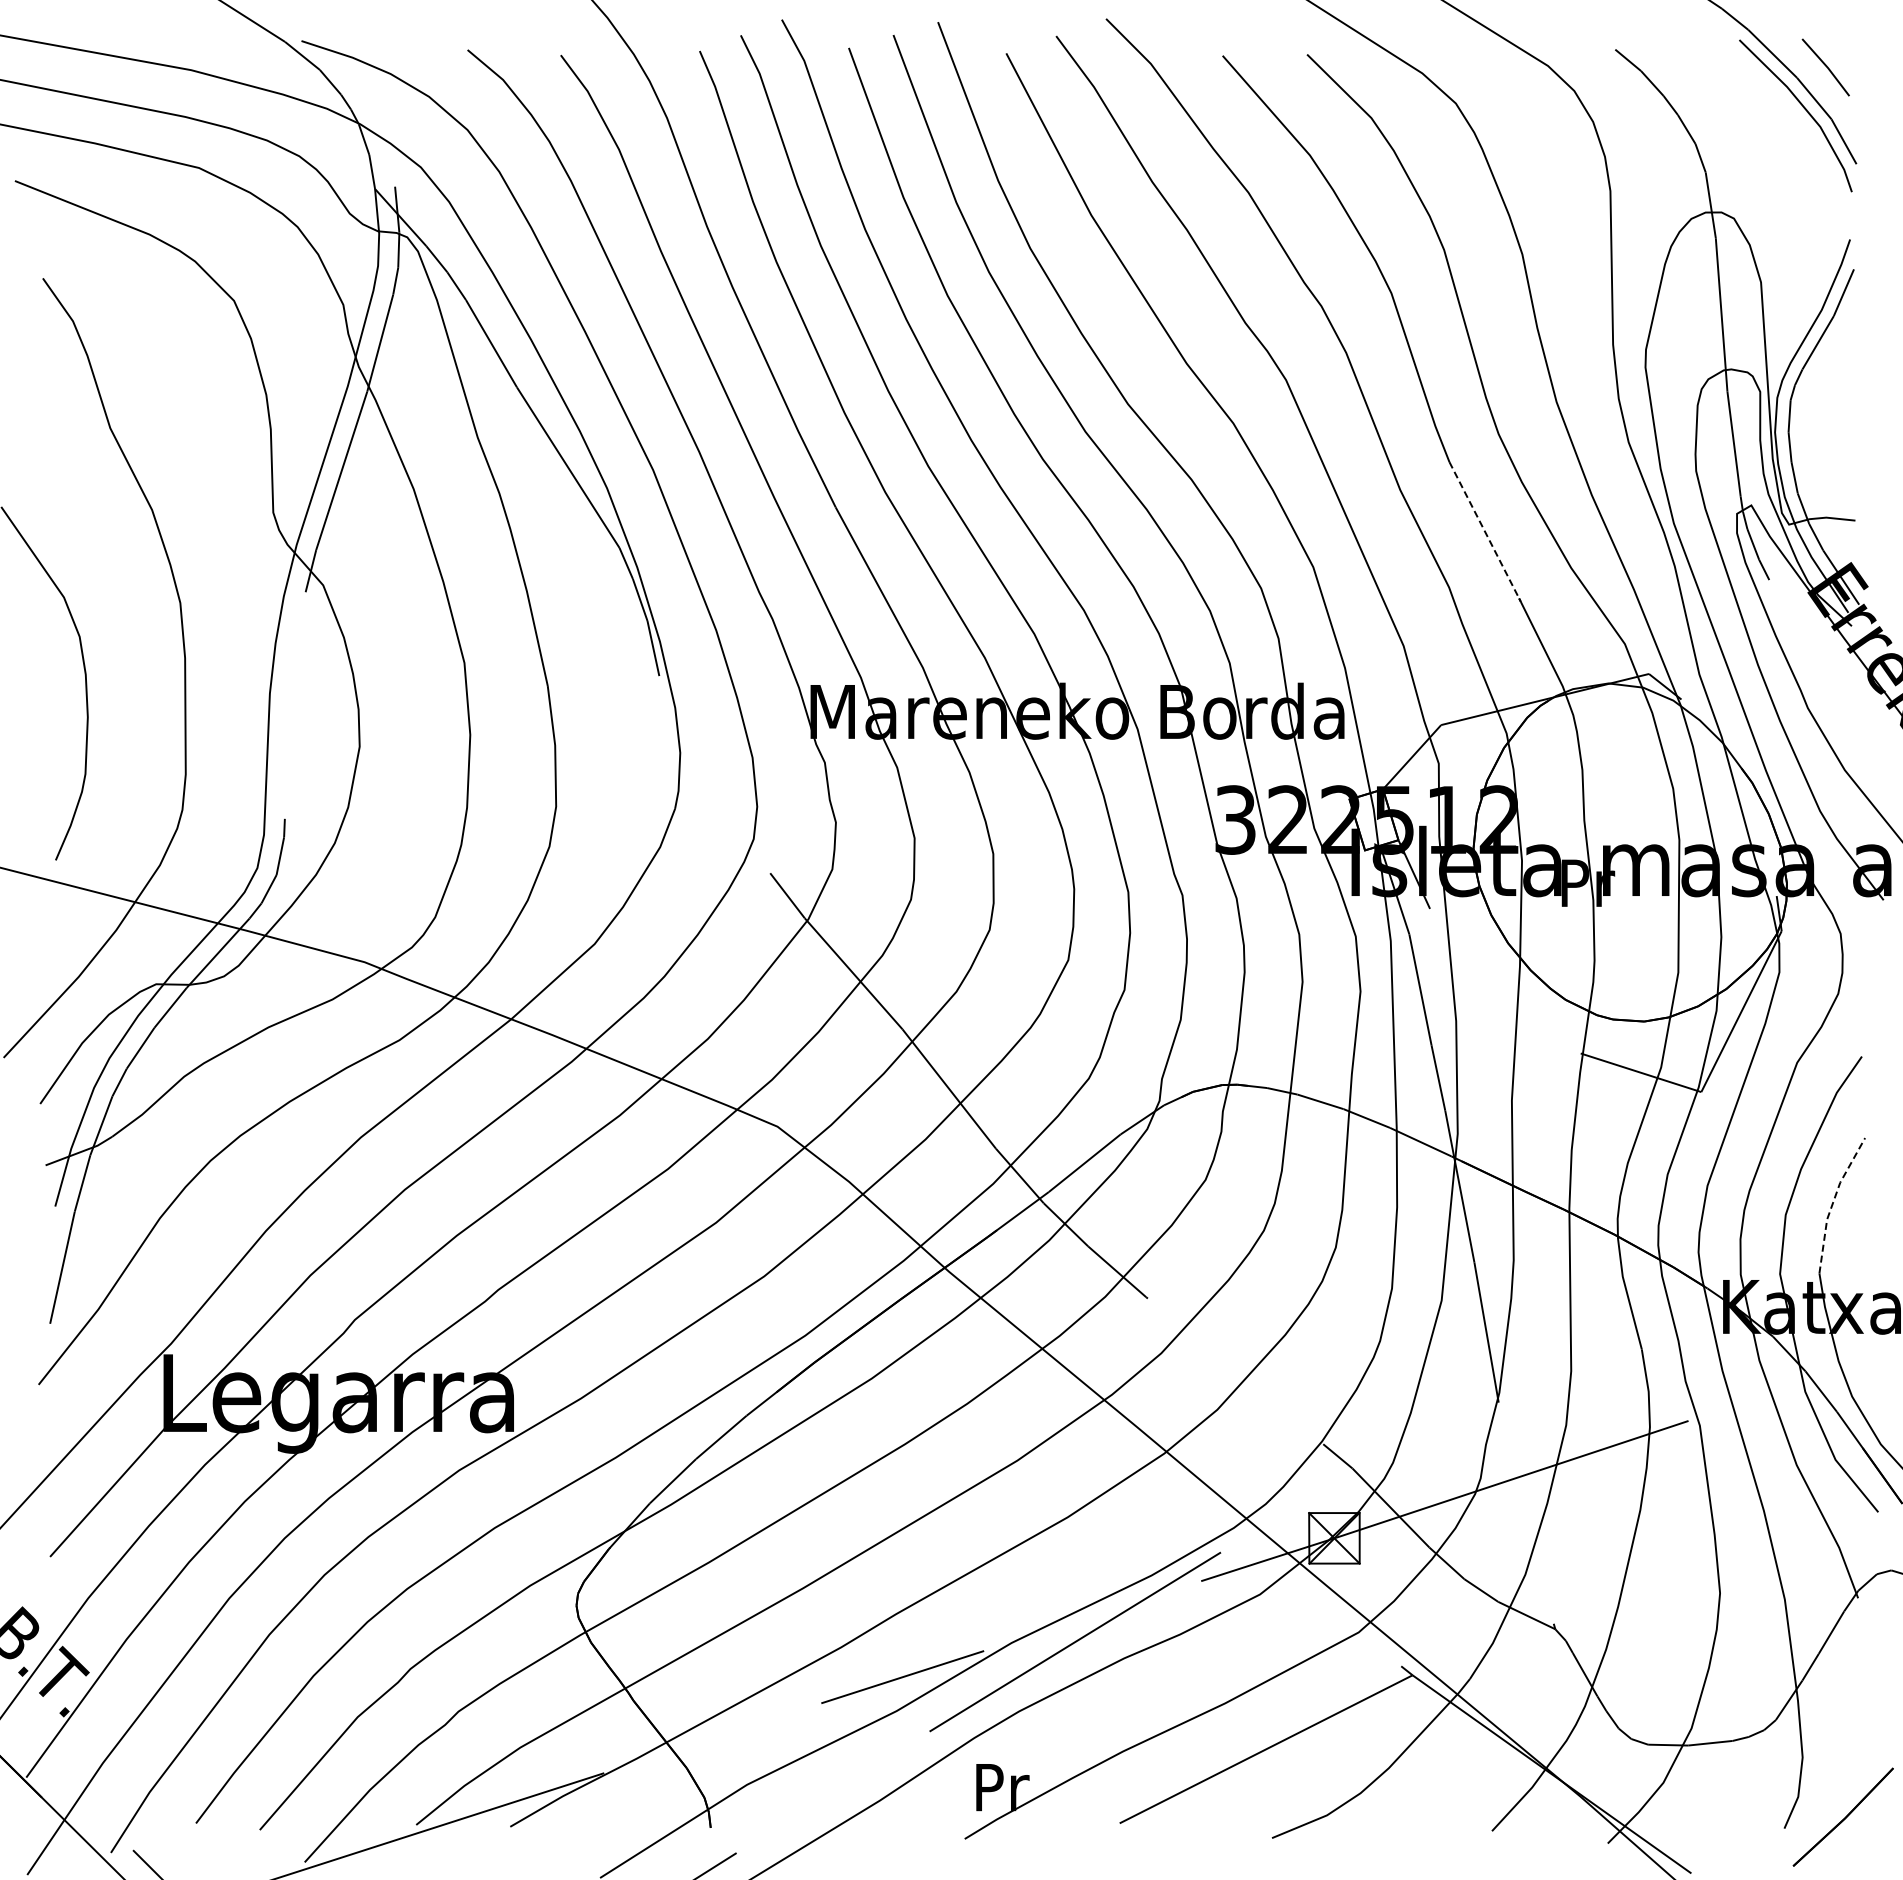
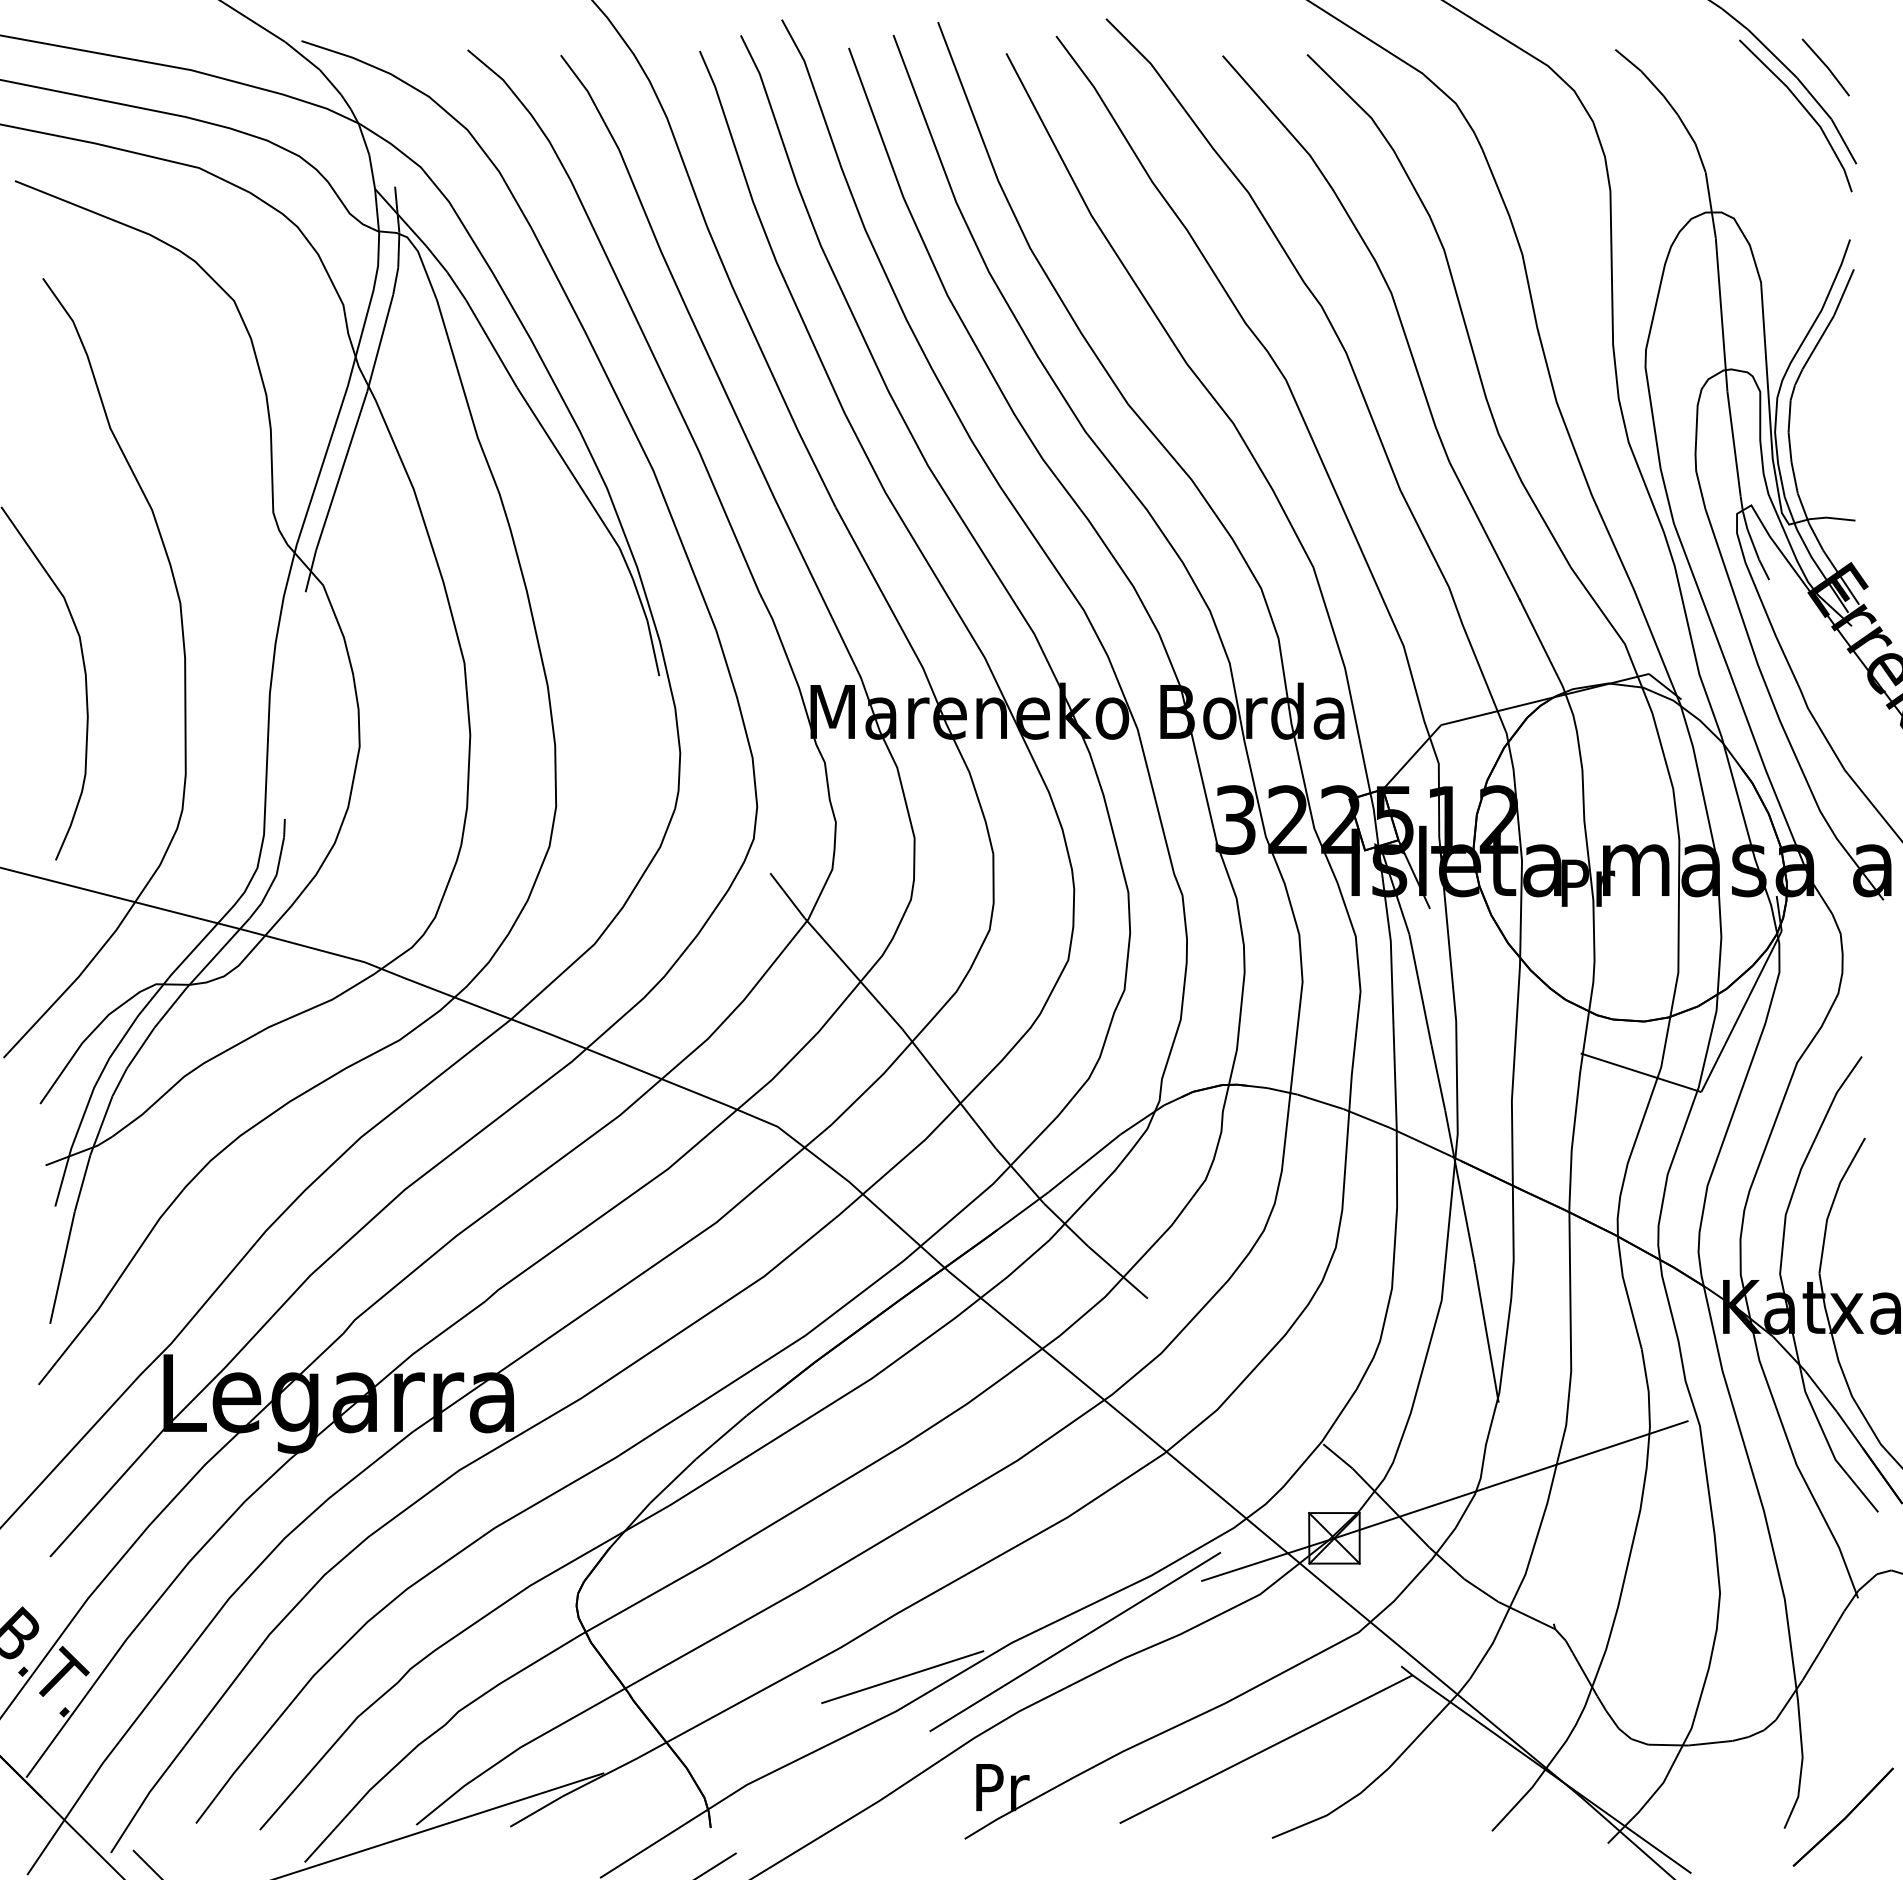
line at (1484, 530): dashed -> solid
line at (1833, 1202): dashed -> solid
